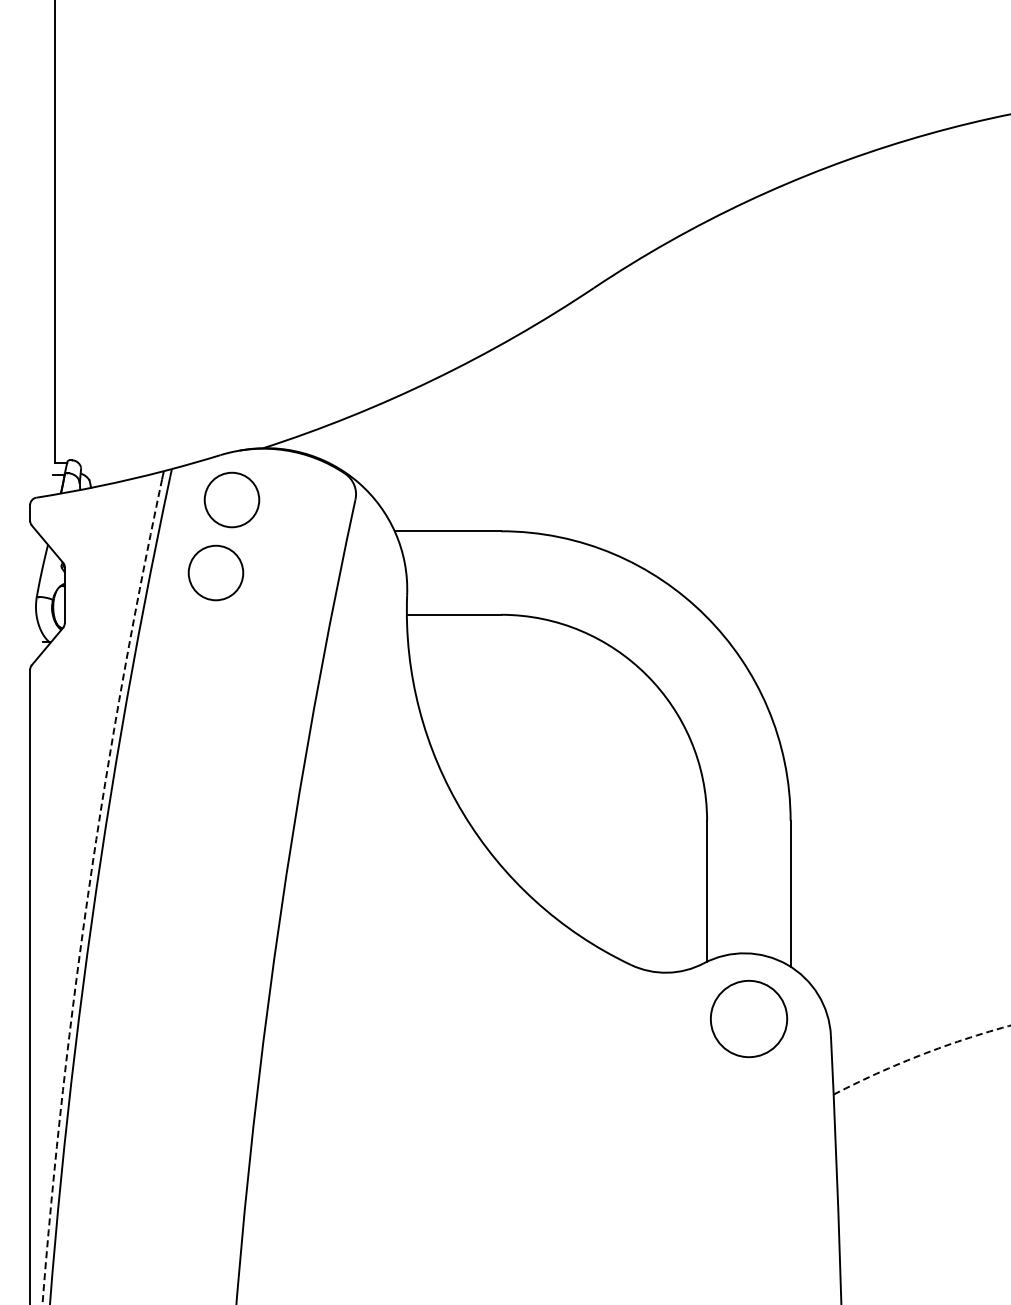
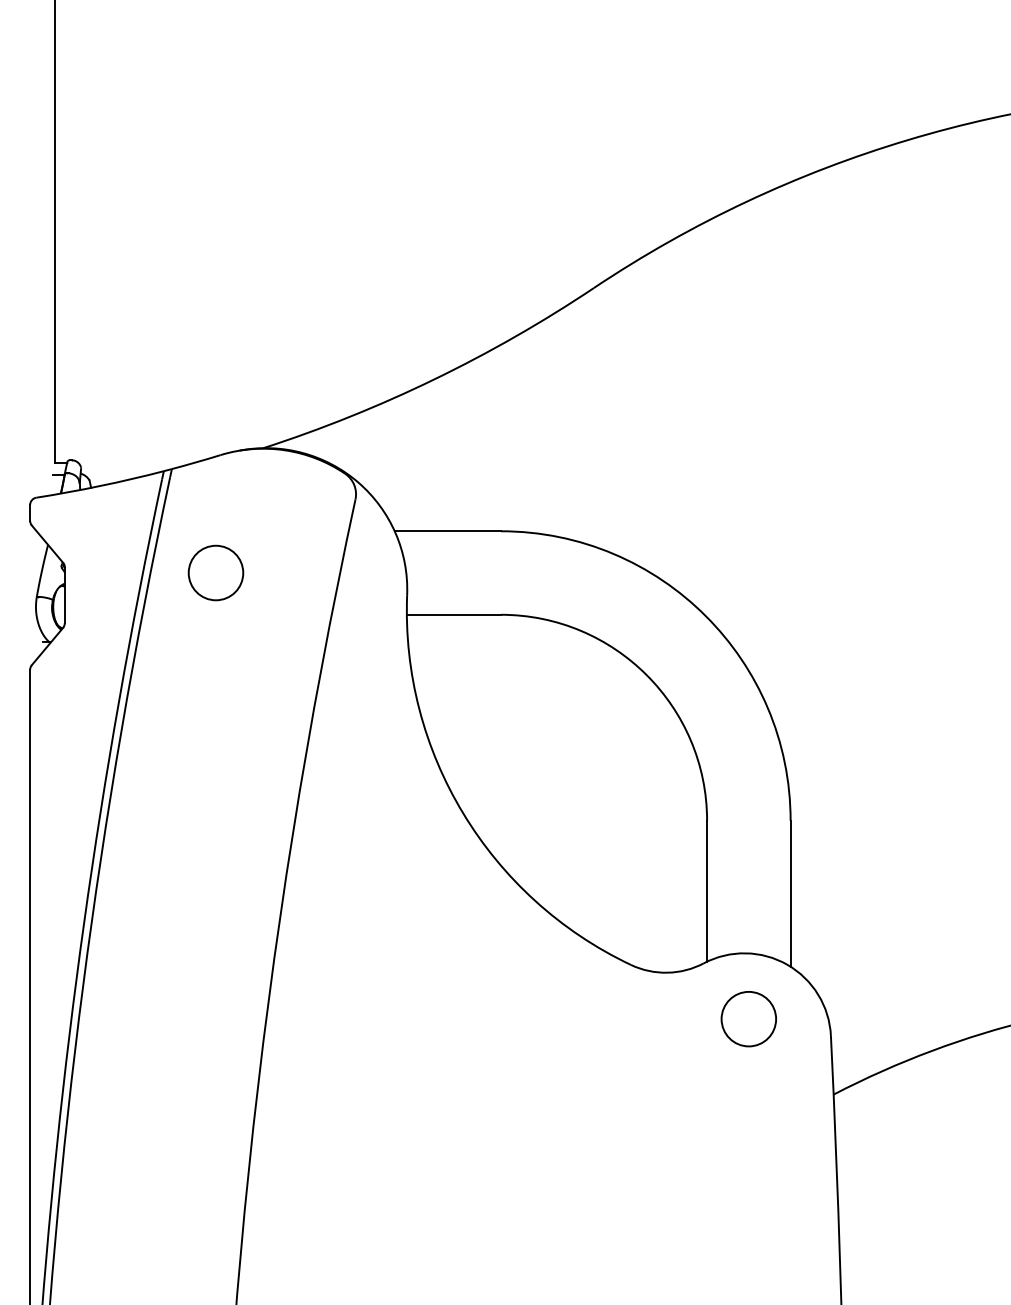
circle at (231, 499): present -> none
arc at (88, 889): dashed -> solid
circle at (749, 1019) size: 79x79 px -> 57x57 px
arc at (920, 1055): dashed -> solid
